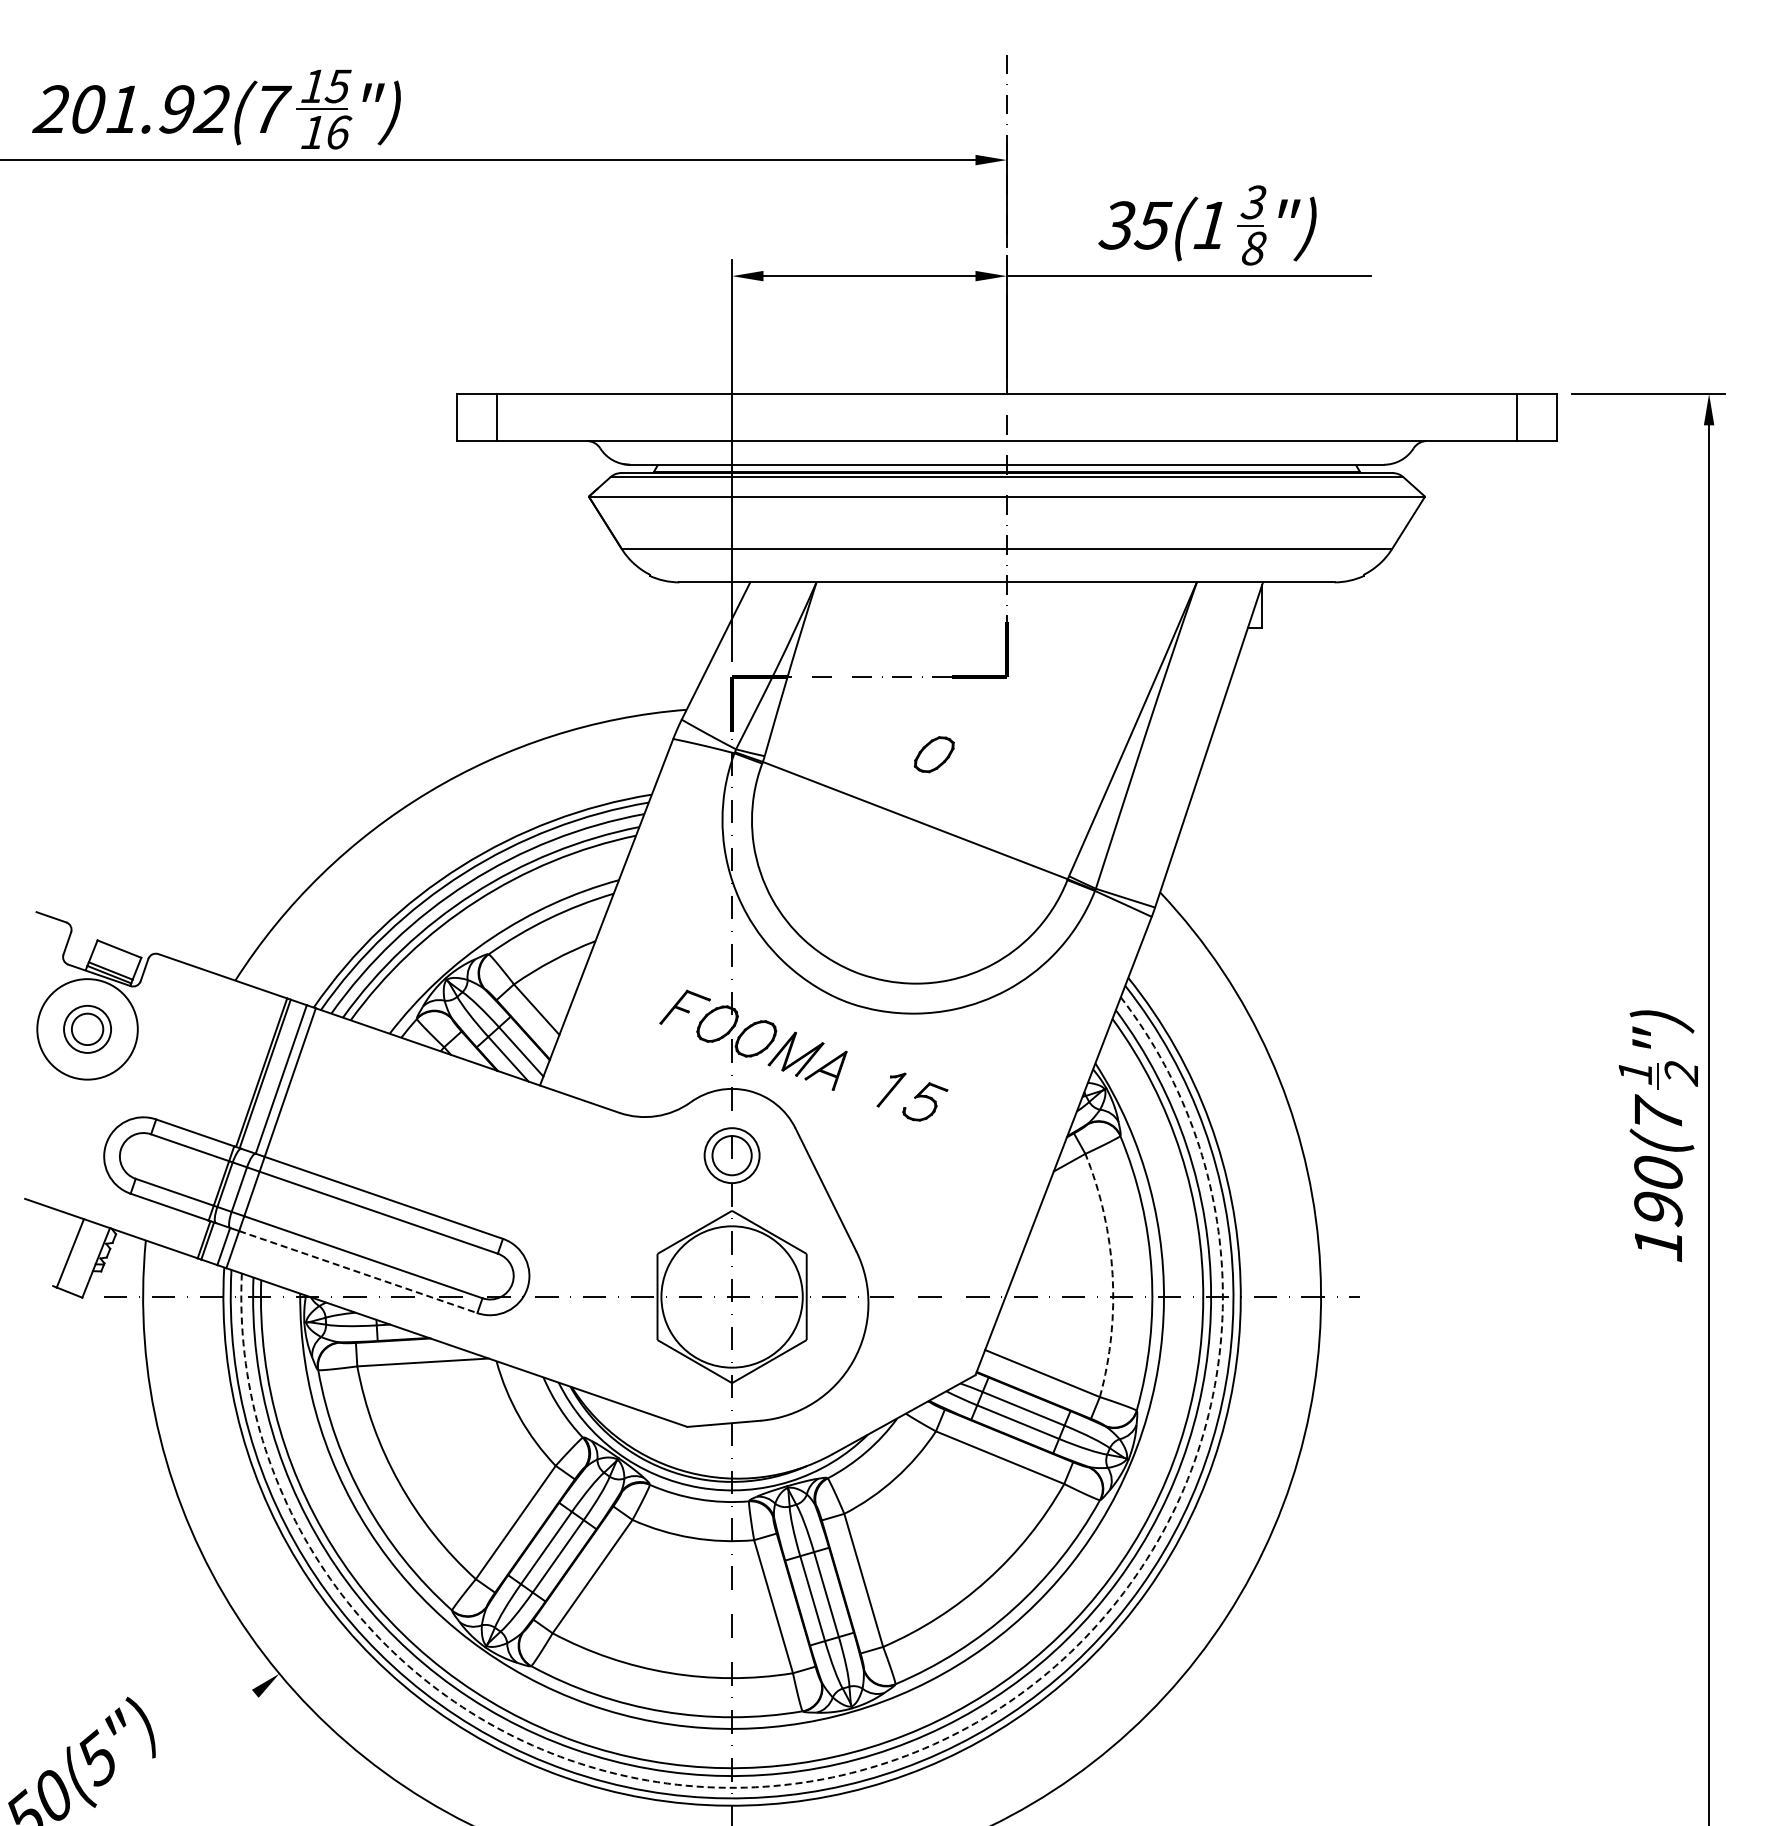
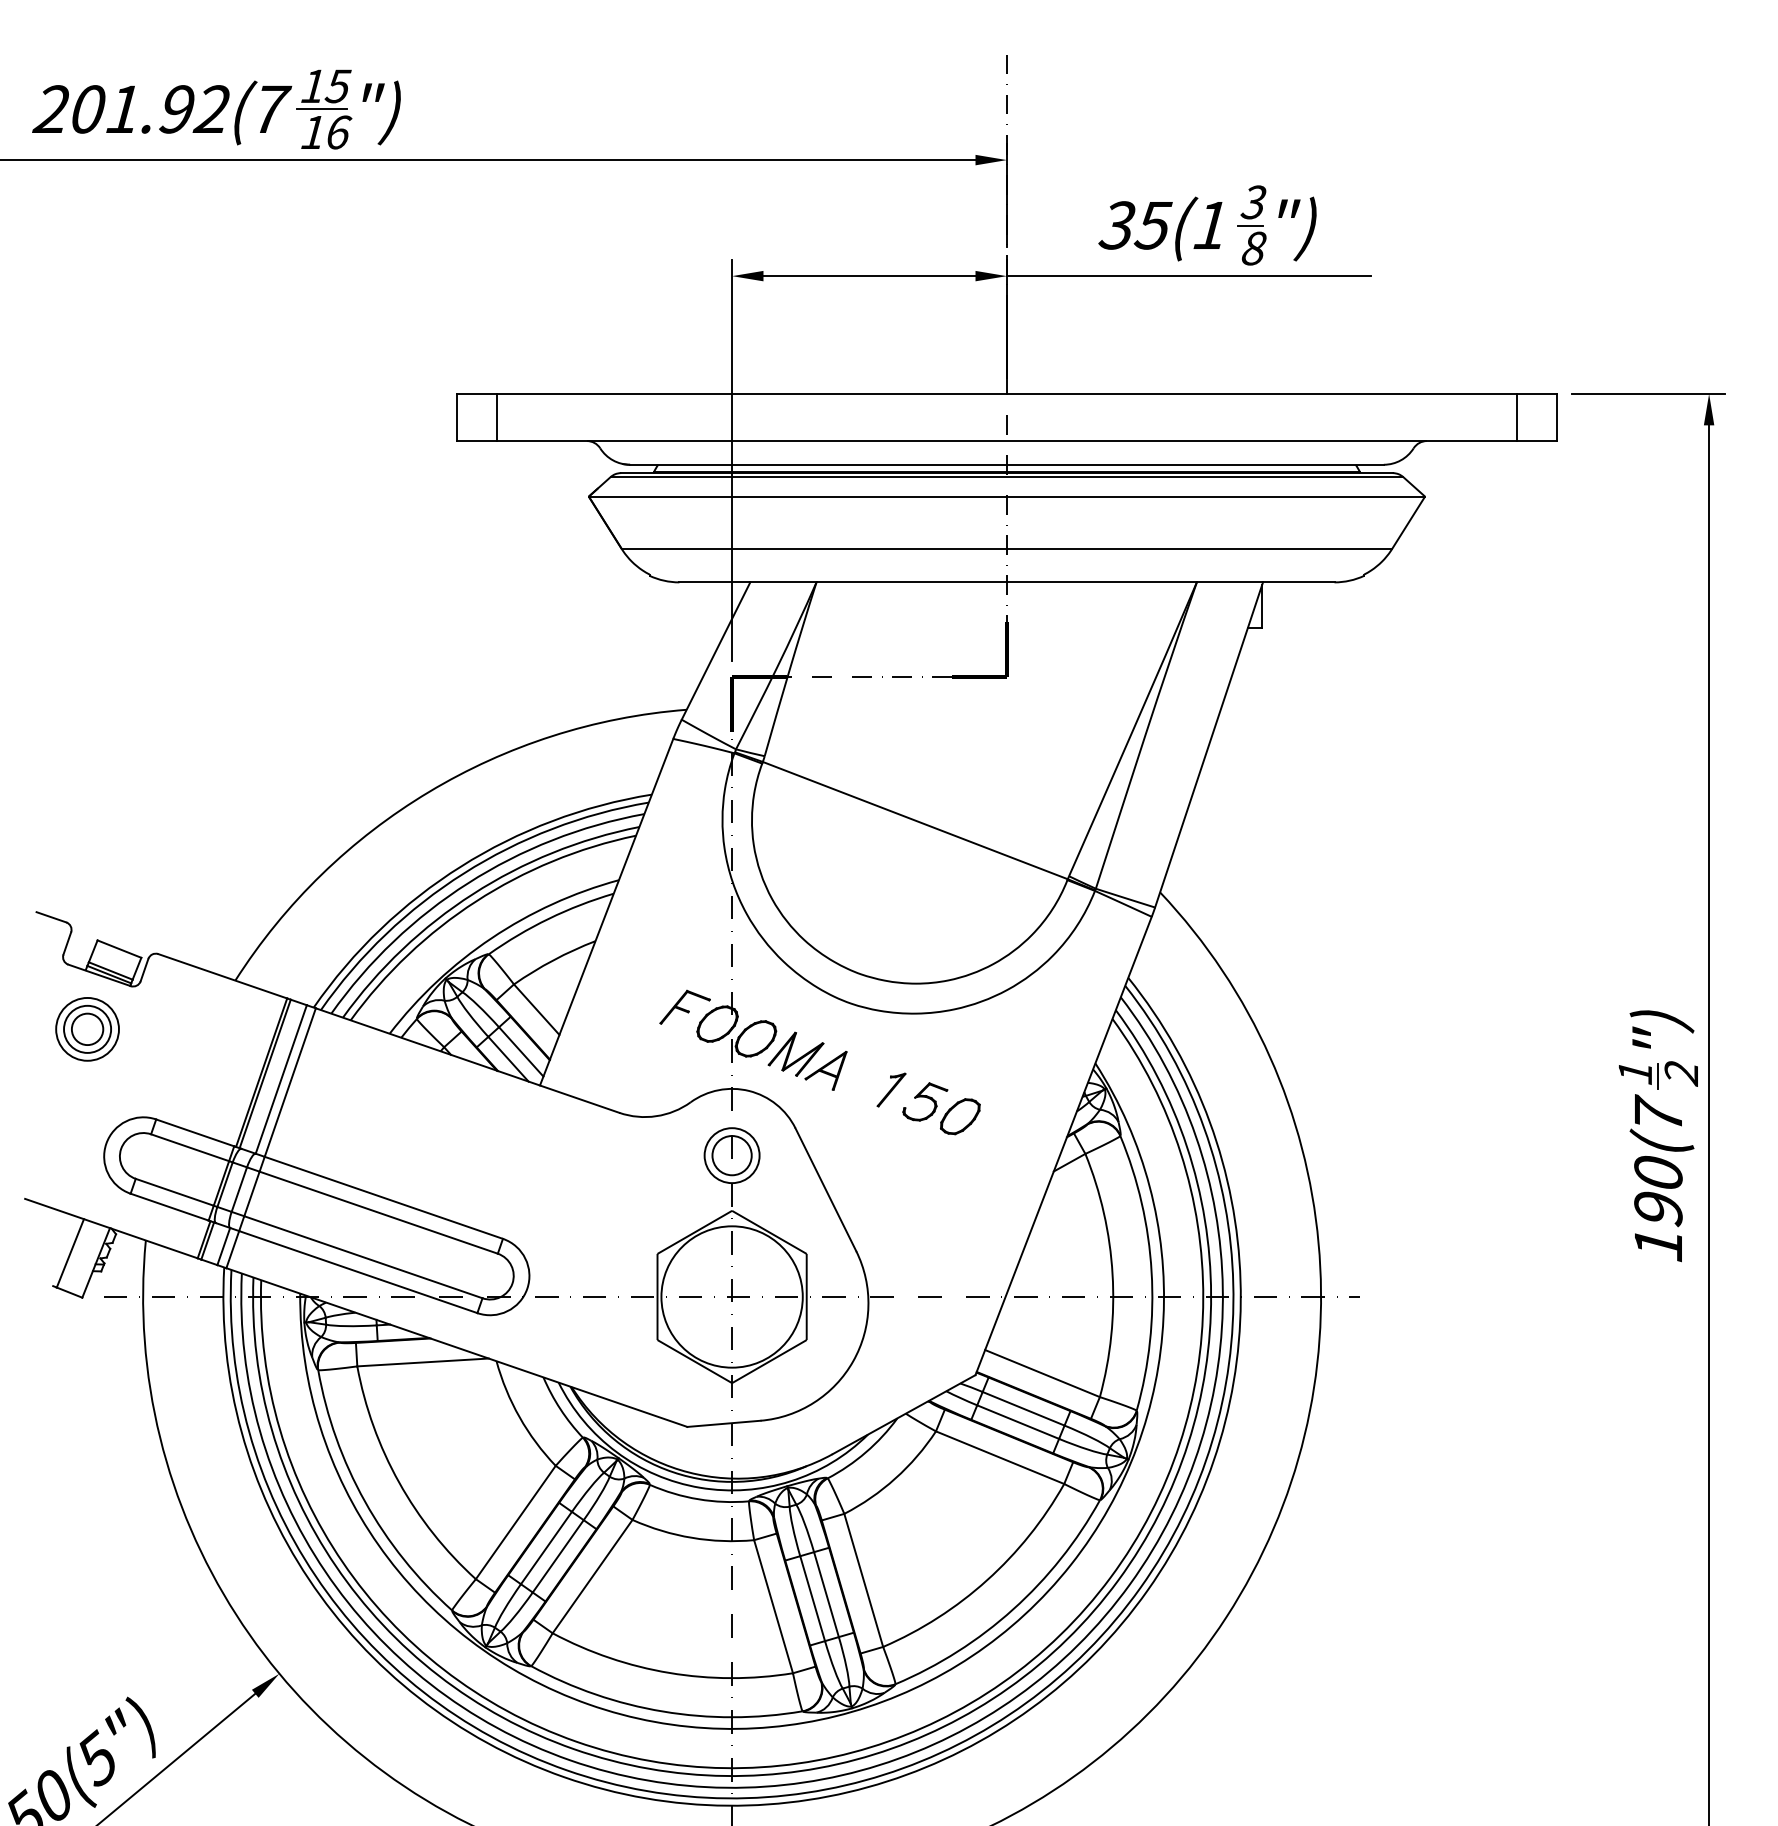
part at (934, 754) position: (934, 754) -> (960, 1116)
circle at (87, 1029) diameter: 101 px -> 63 px
line at (358, 1272): dashed -> solid
arc at (1112, 1274): dashed -> solid
line at (177, 1757): none -> present
arc at (879, 1765): dashed -> solid
